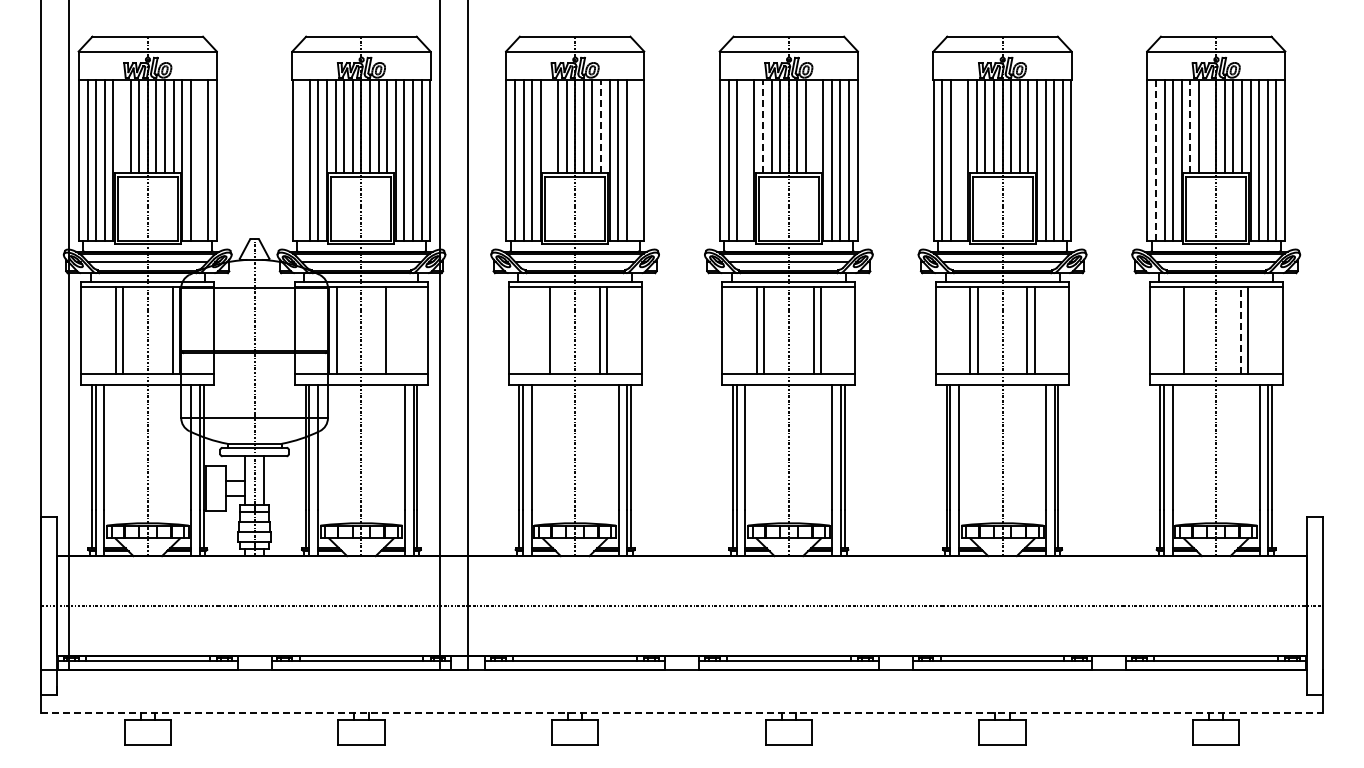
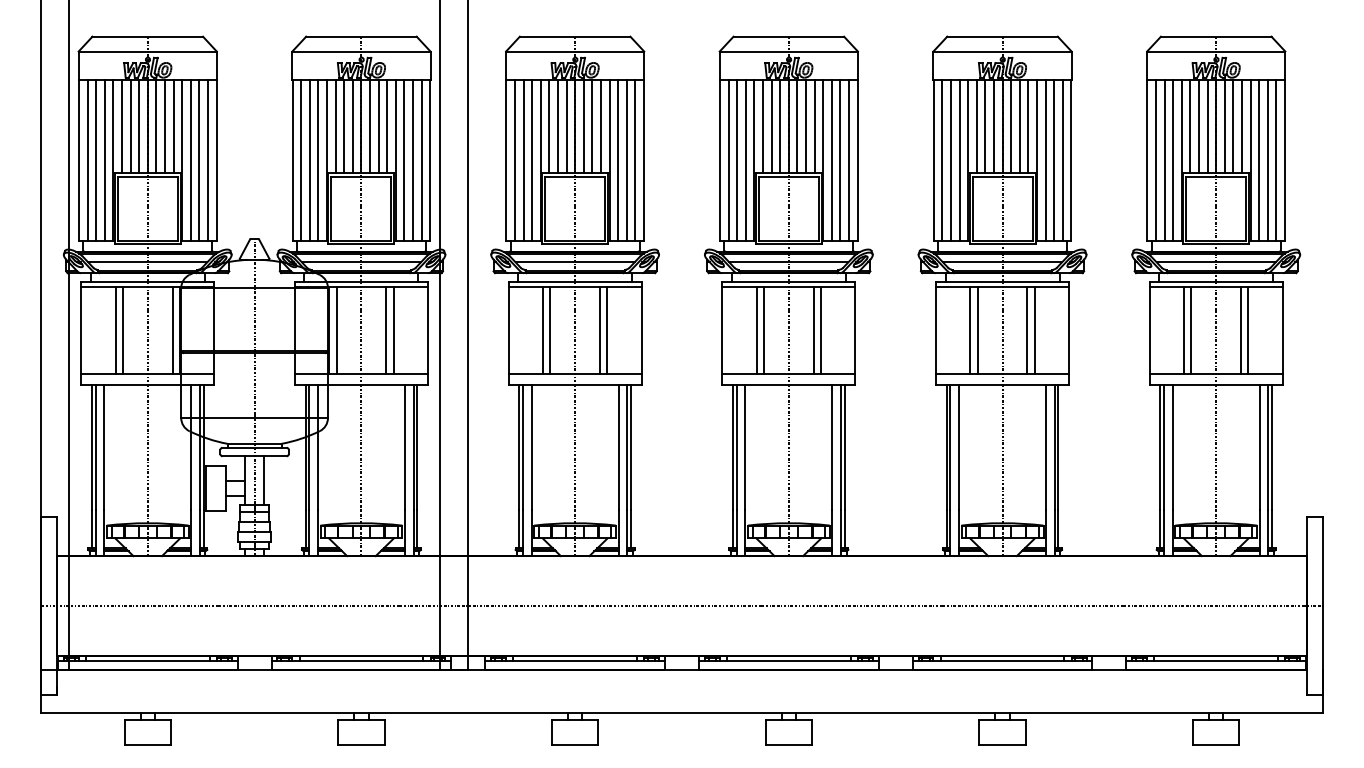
line at (121, 126): none -> present
line at (549, 126): none -> present
line at (600, 126): dashed -> solid
line at (763, 126): dashed -> solid
line at (814, 126): none -> present
line at (1190, 126): dashed -> solid
line at (1207, 126): none -> present
line at (199, 160): none -> present
line at (301, 160): none -> present
line at (635, 160): none -> present
line at (745, 160): none -> present
line at (959, 160): none -> present
line at (1156, 160): dashed -> solid
line at (1241, 329): dashed -> solid
line at (393, 330): none -> present
line at (543, 330): none -> present
line at (1191, 330): none -> present
line at (682, 712): dashed -> solid
